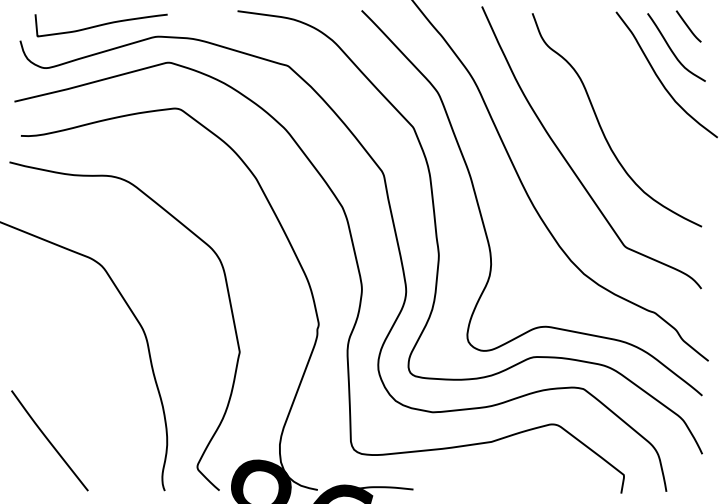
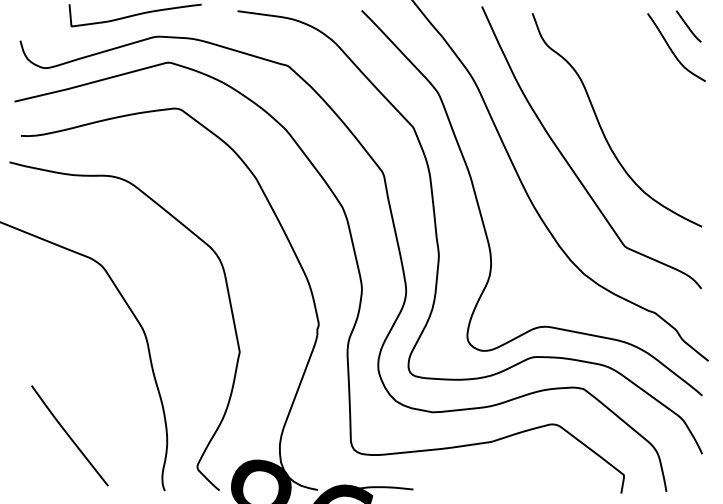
curve at (100, 25) position: (100, 25) -> (134, 15)
curve at (659, 77): present -> none
curve at (49, 440) position: (49, 440) -> (69, 435)
